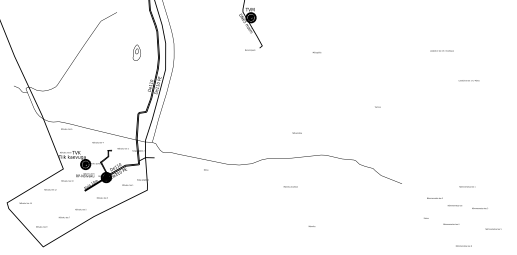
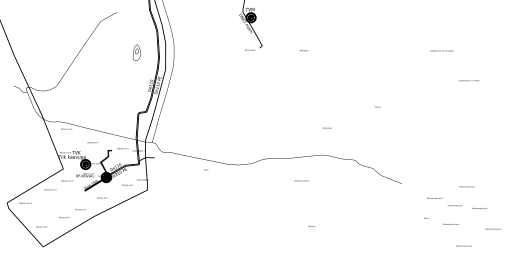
text at (316, 52) position: (316, 52) -> (303, 50)
text at (296, 132) position: (296, 132) -> (326, 127)
text at (97, 142) position: (97, 142) -> (92, 142)
text at (290, 186) position: (290, 186) -> (301, 180)
